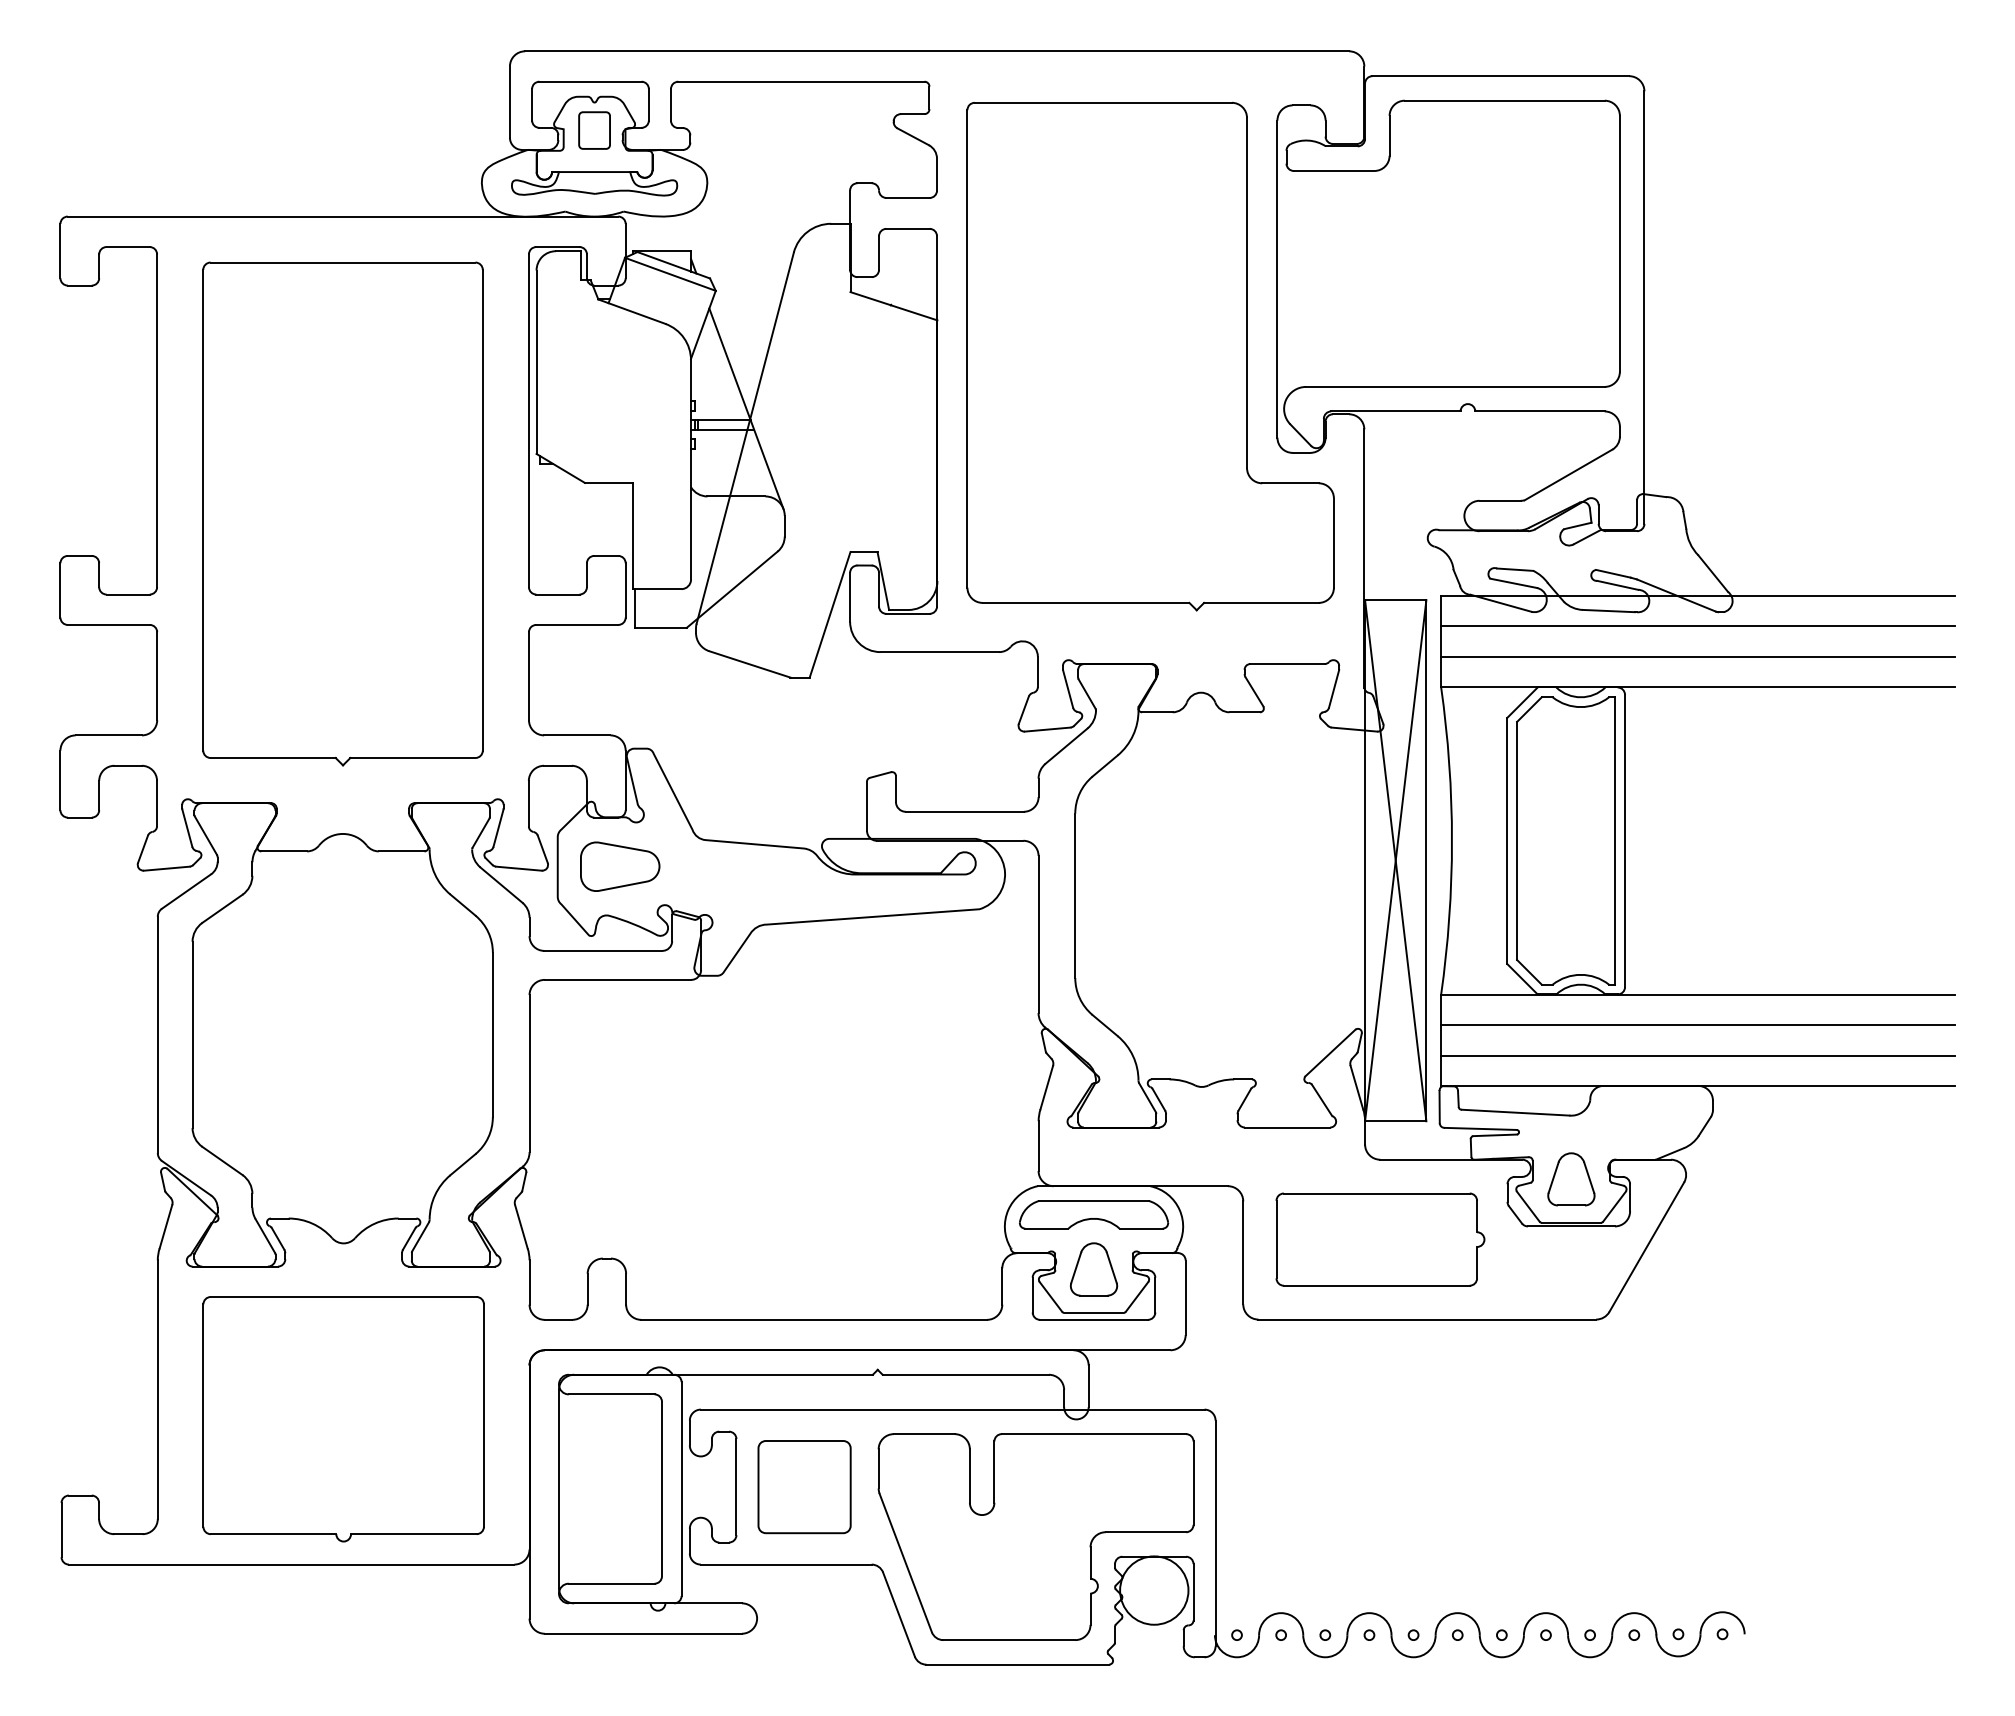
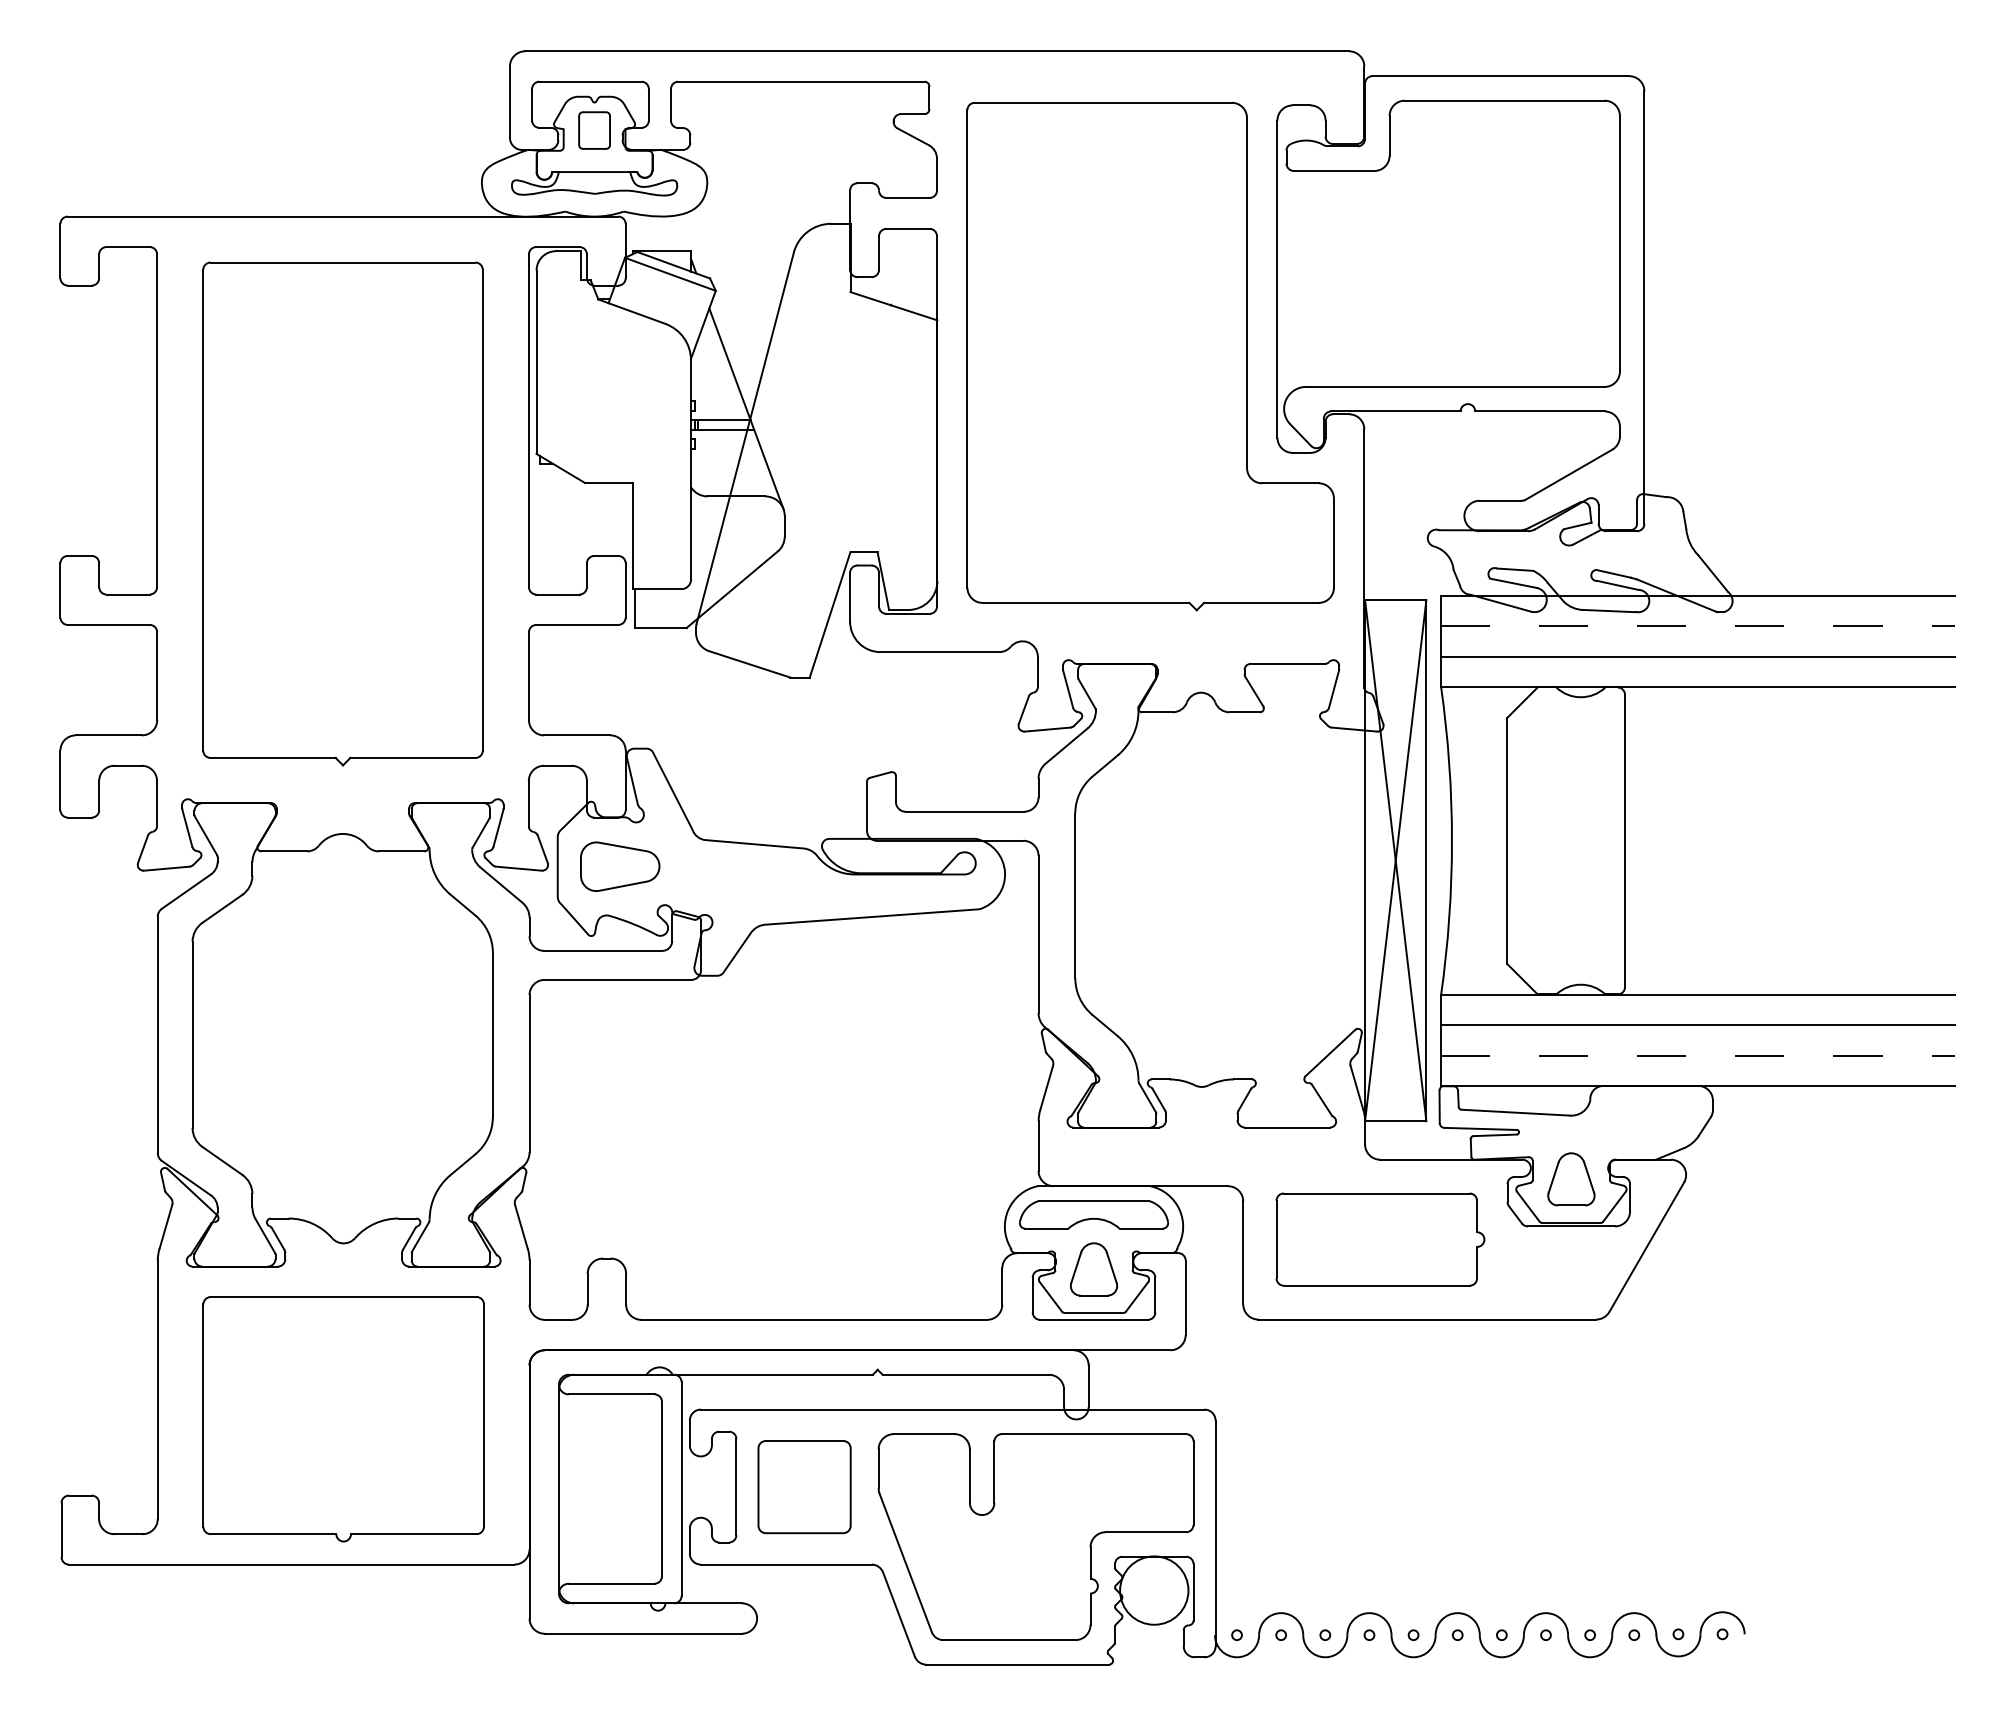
line at (1697, 626): solid -> dashed
part at (1565, 840): present -> none
line at (1697, 1055): solid -> dashed
